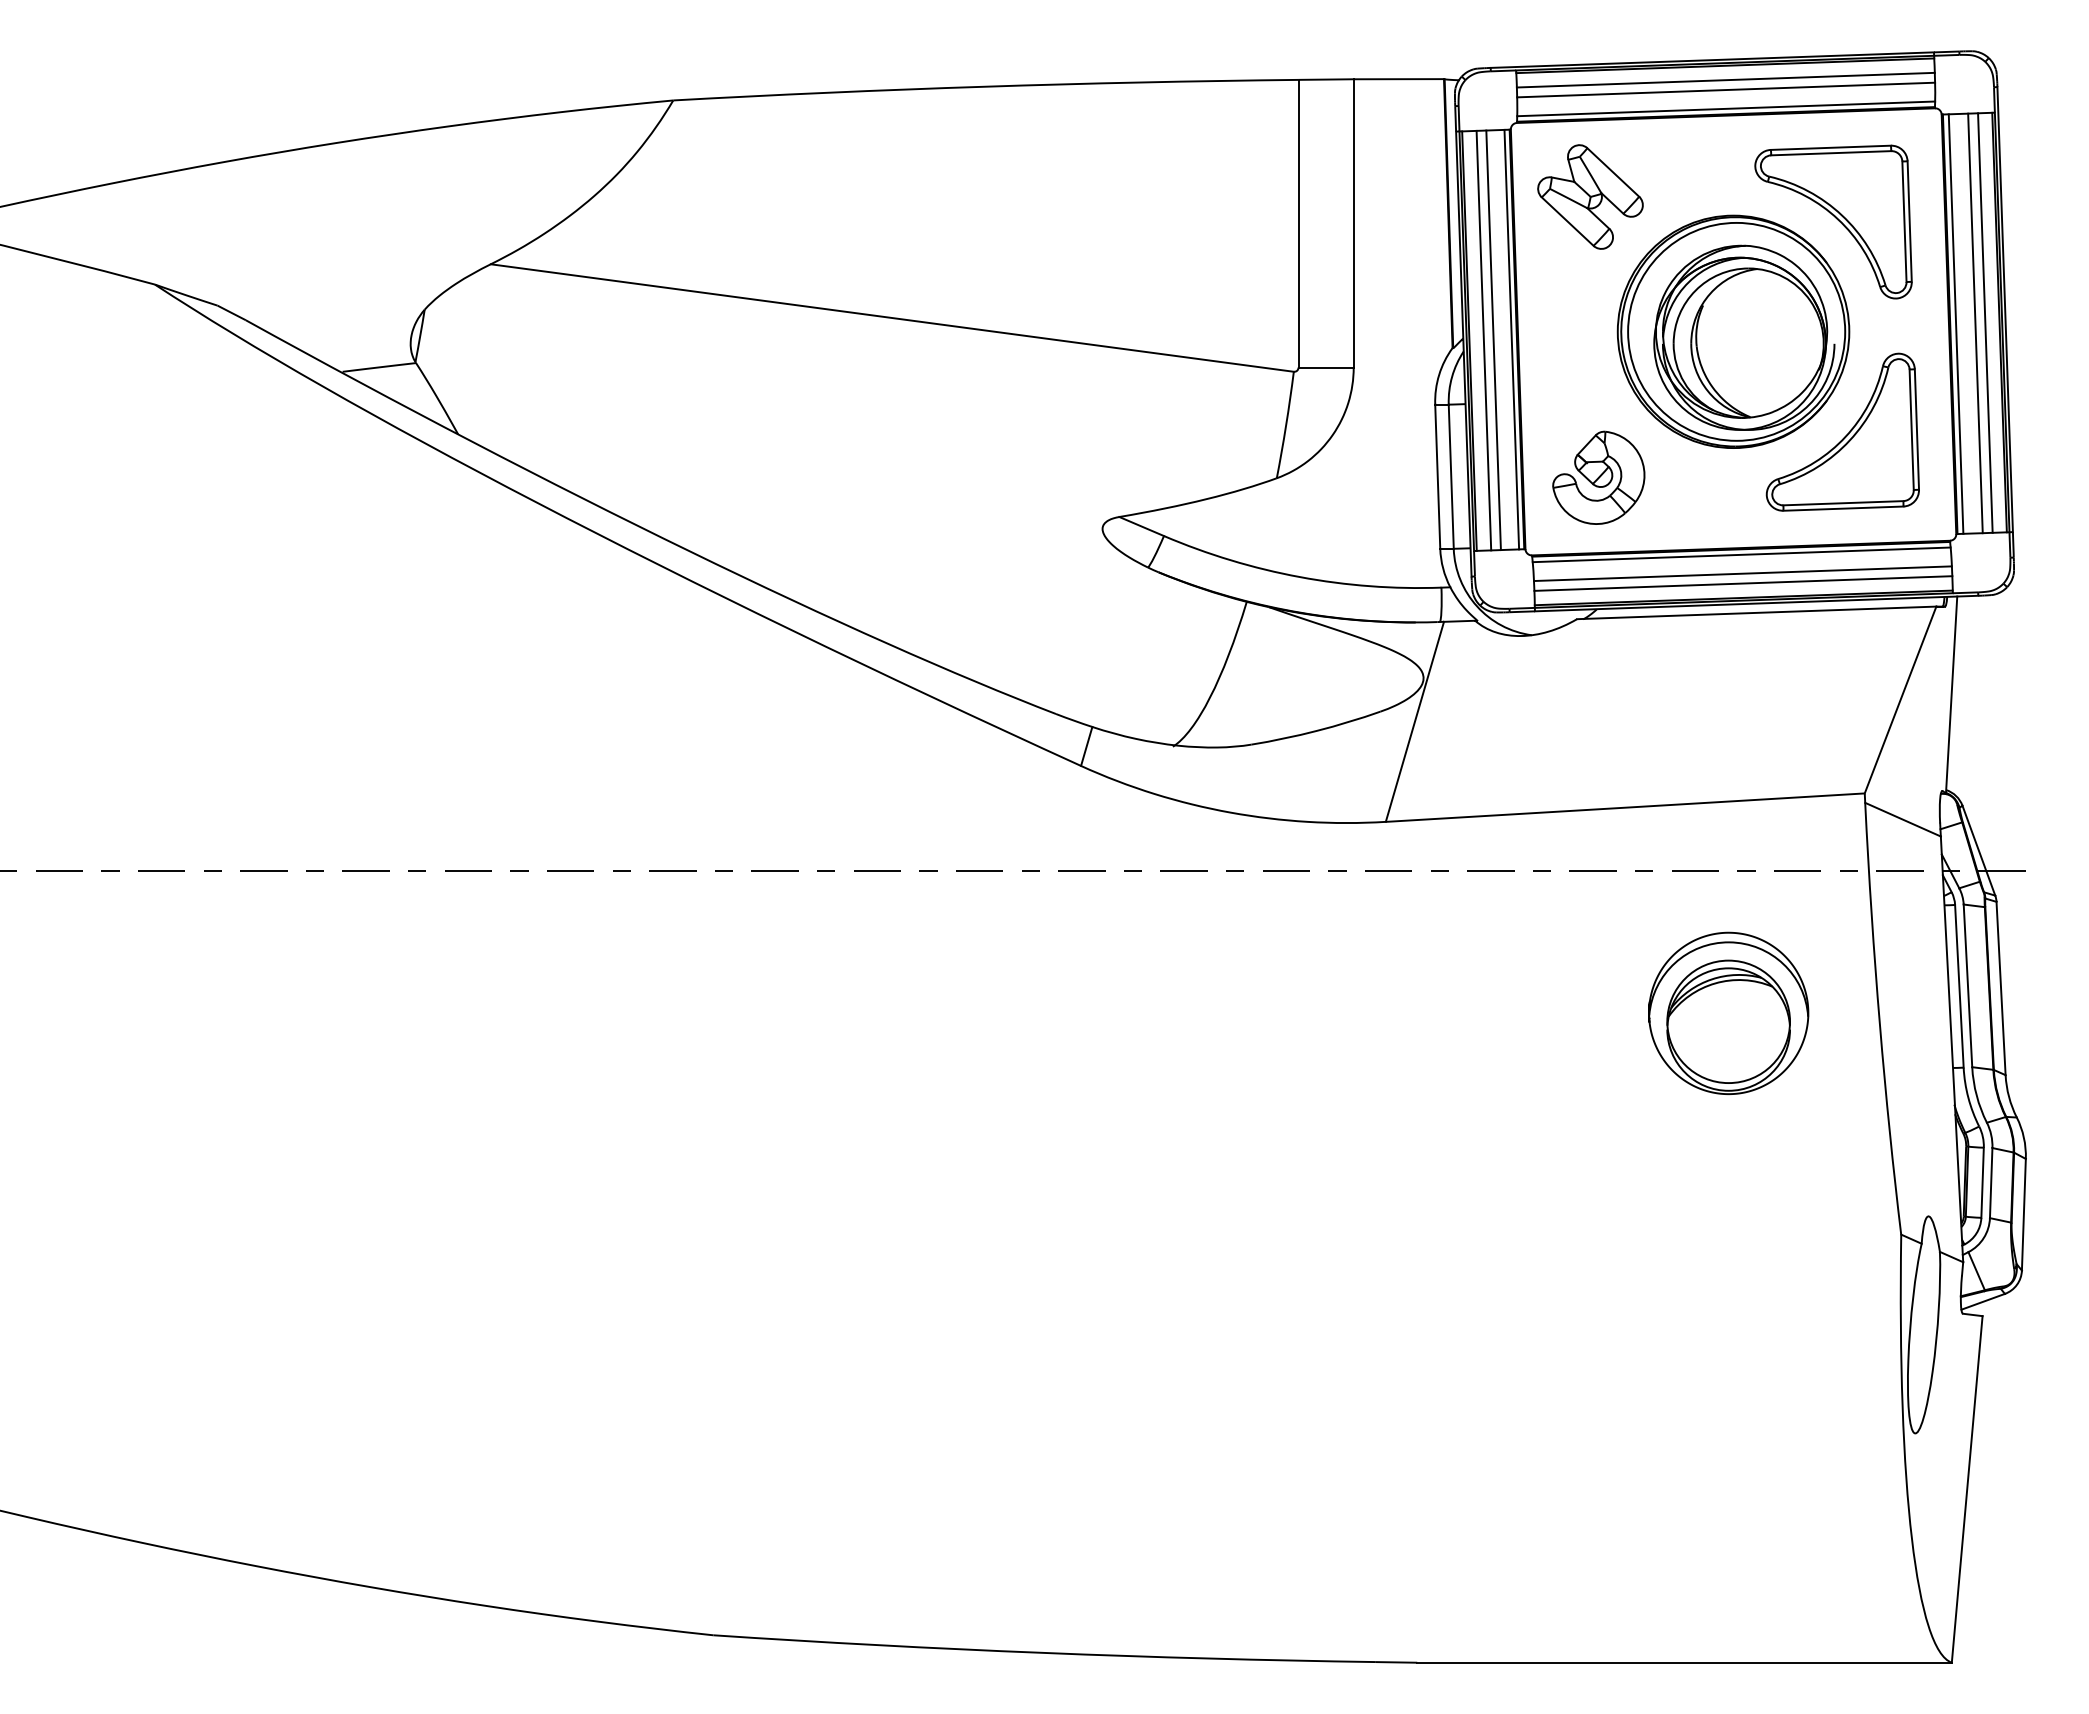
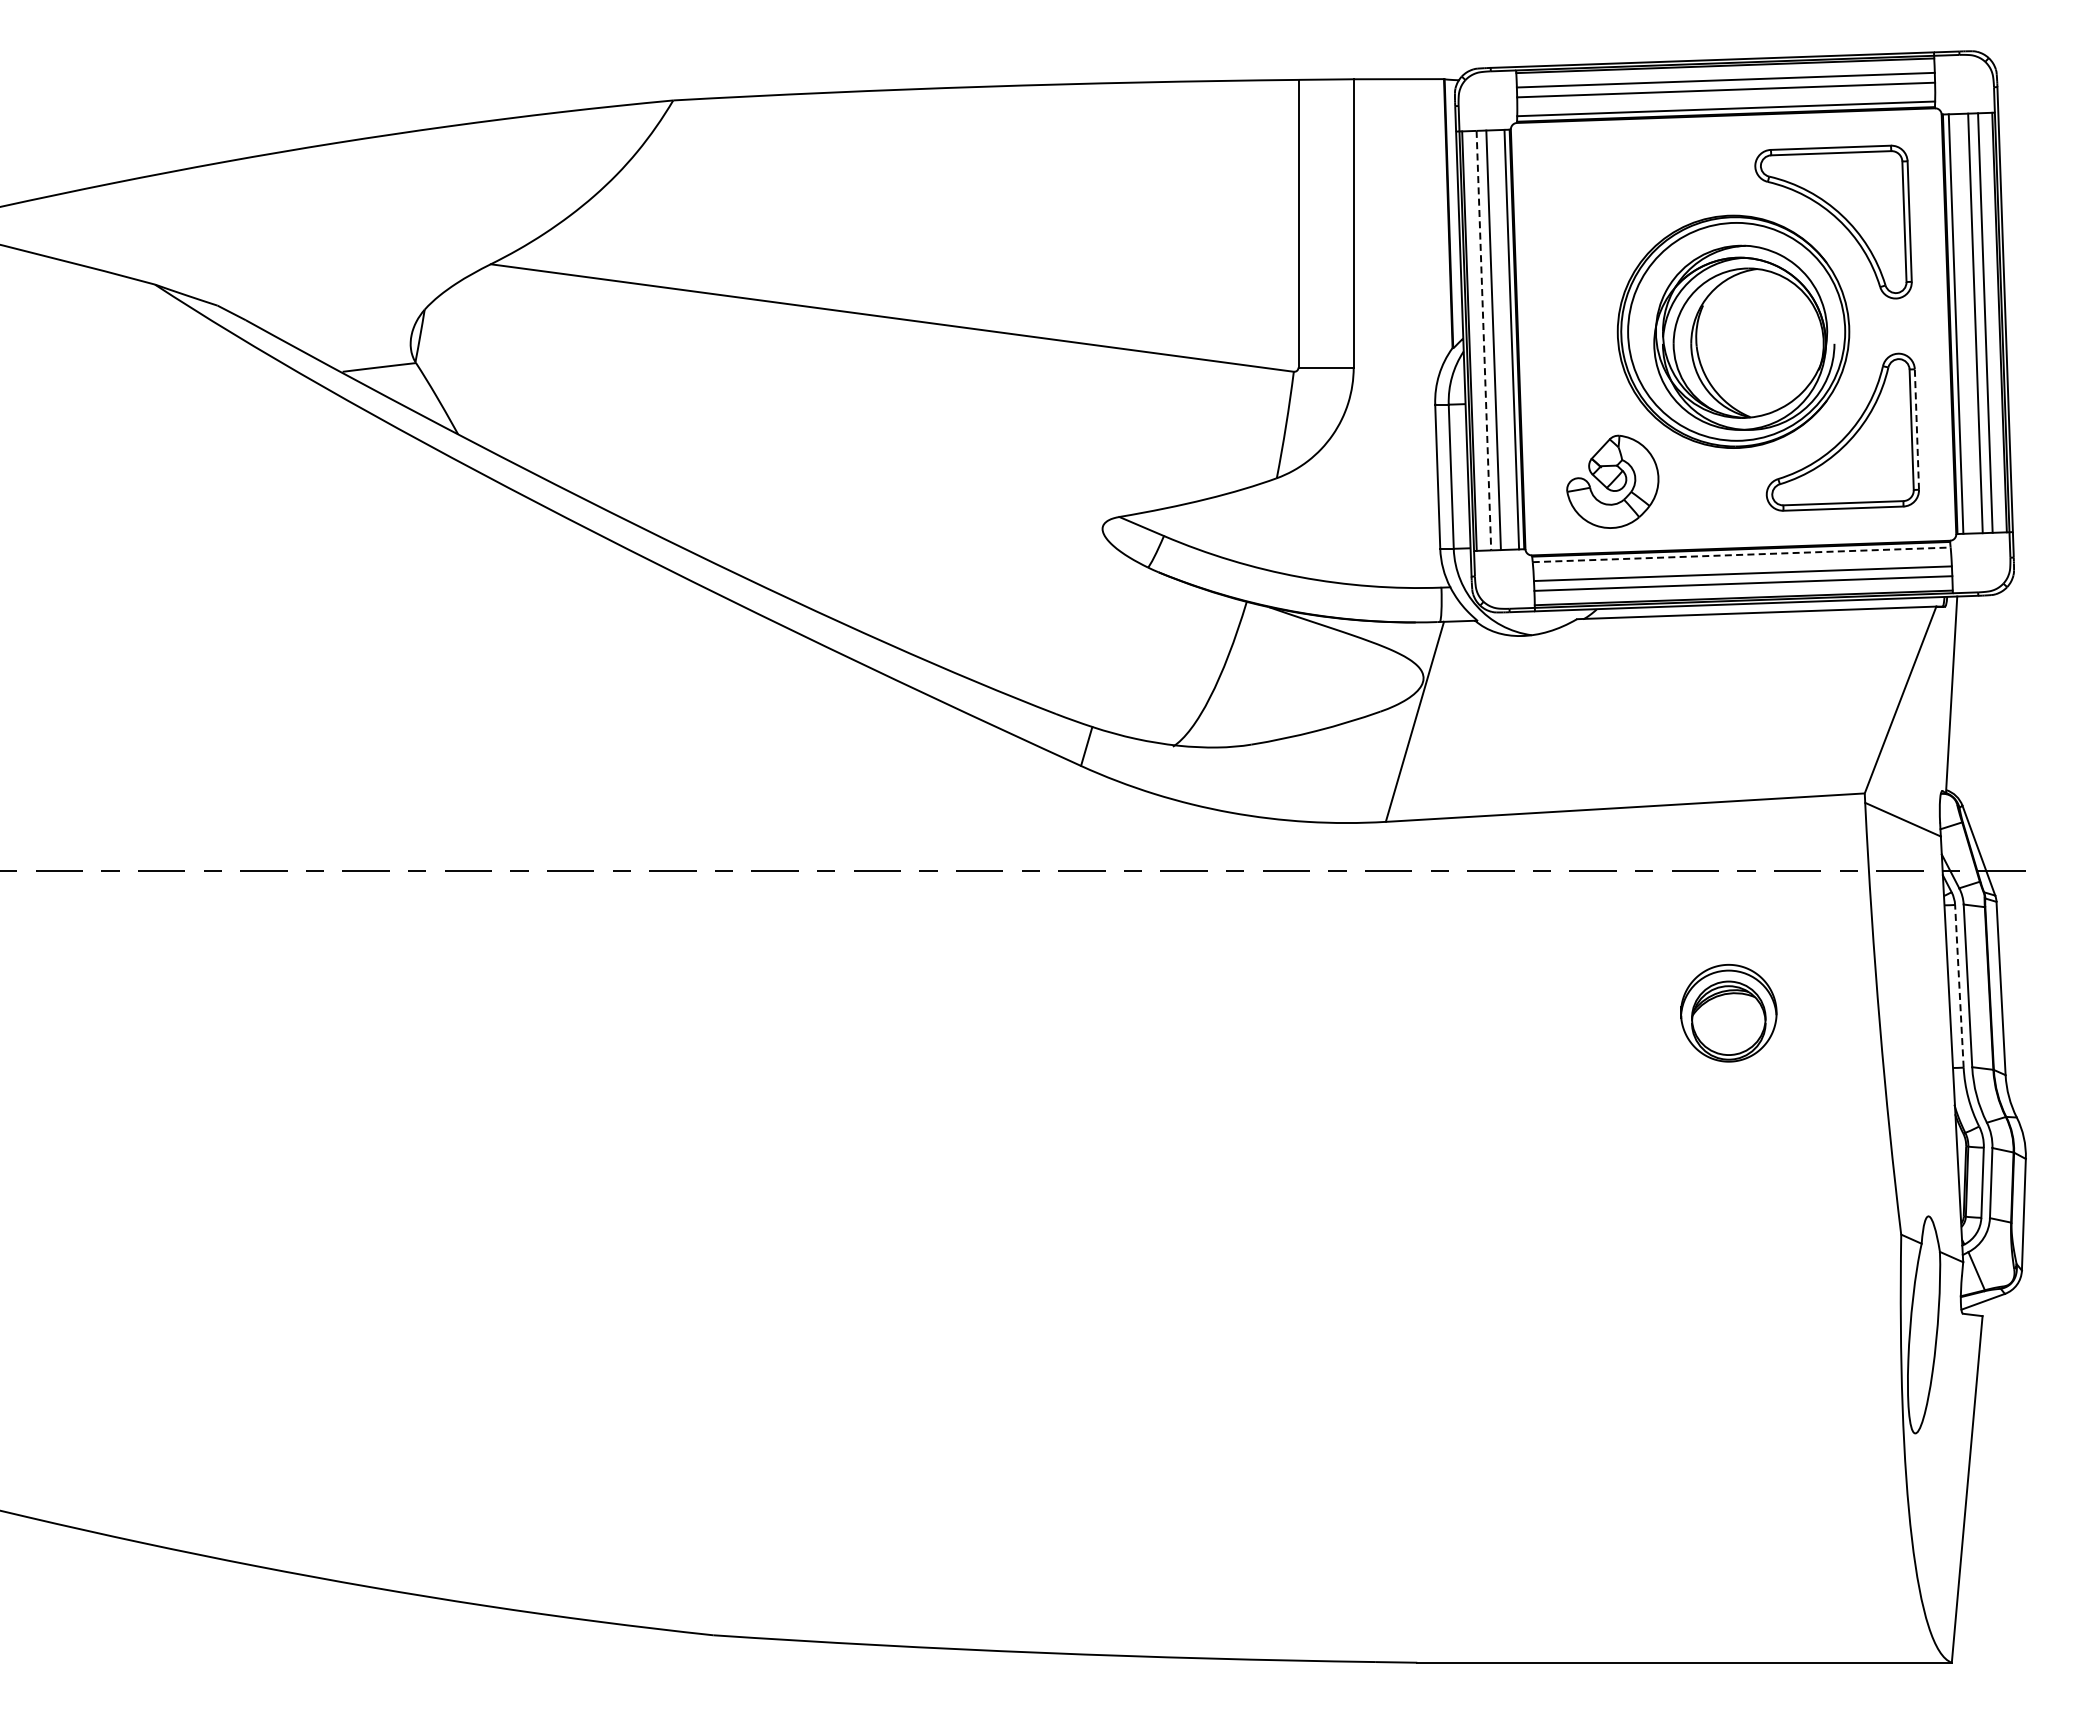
part at (1590, 196): present -> none
line at (1483, 340): solid -> dashed
line at (1916, 429): solid -> dashed
part at (1598, 477) position: (1598, 477) -> (1612, 481)
line at (1742, 554): solid -> dashed
line at (1959, 985): solid -> dashed
part at (1728, 1012) size: 162x164 px -> 98x99 px
